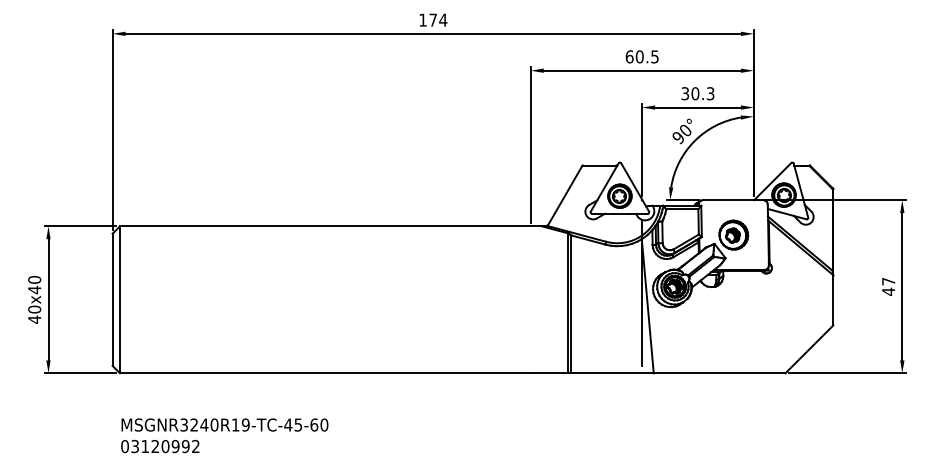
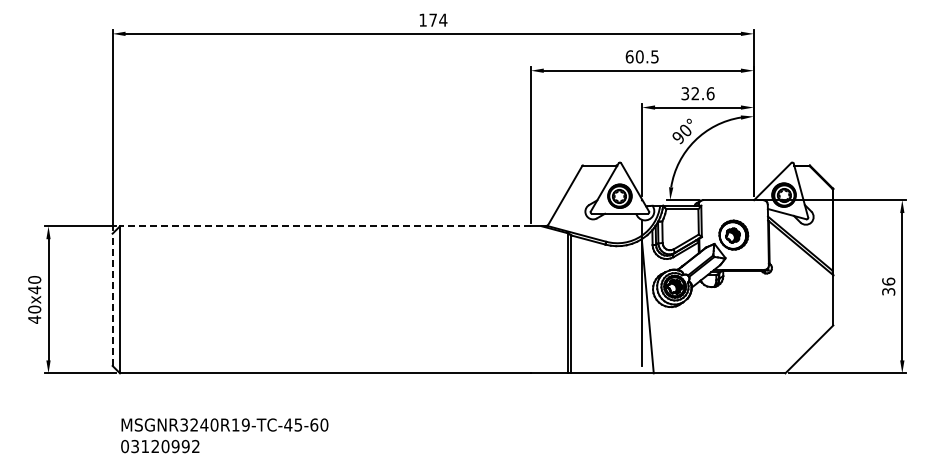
text at (702, 93): 30.3 -> 32.6
line at (324, 226): solid -> dashed
text at (888, 286): 47 -> 36
line at (112, 299): solid -> dashed
